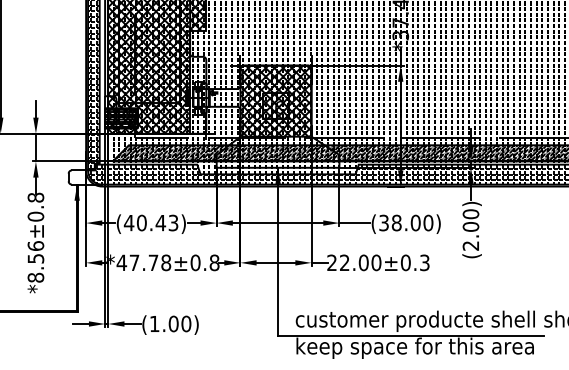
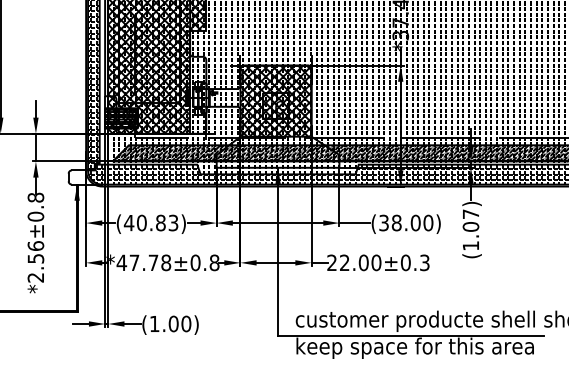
text at (160, 222): (40.43) -> (40.83)
text at (470, 229): (2.00) -> (1.07)
text at (35, 277): *8.56±0.8 -> *2.56±0.8
